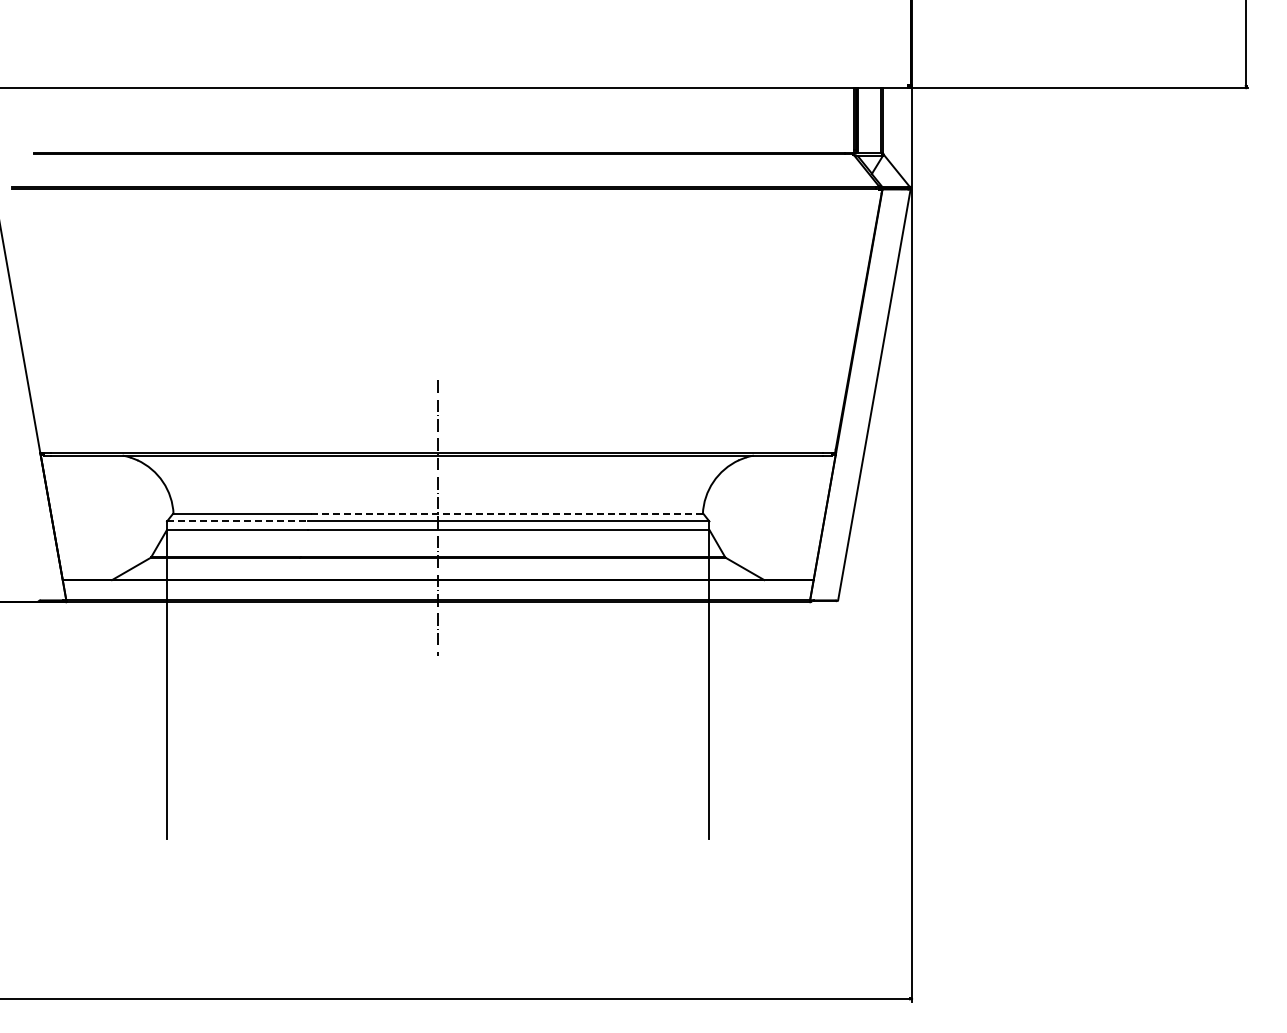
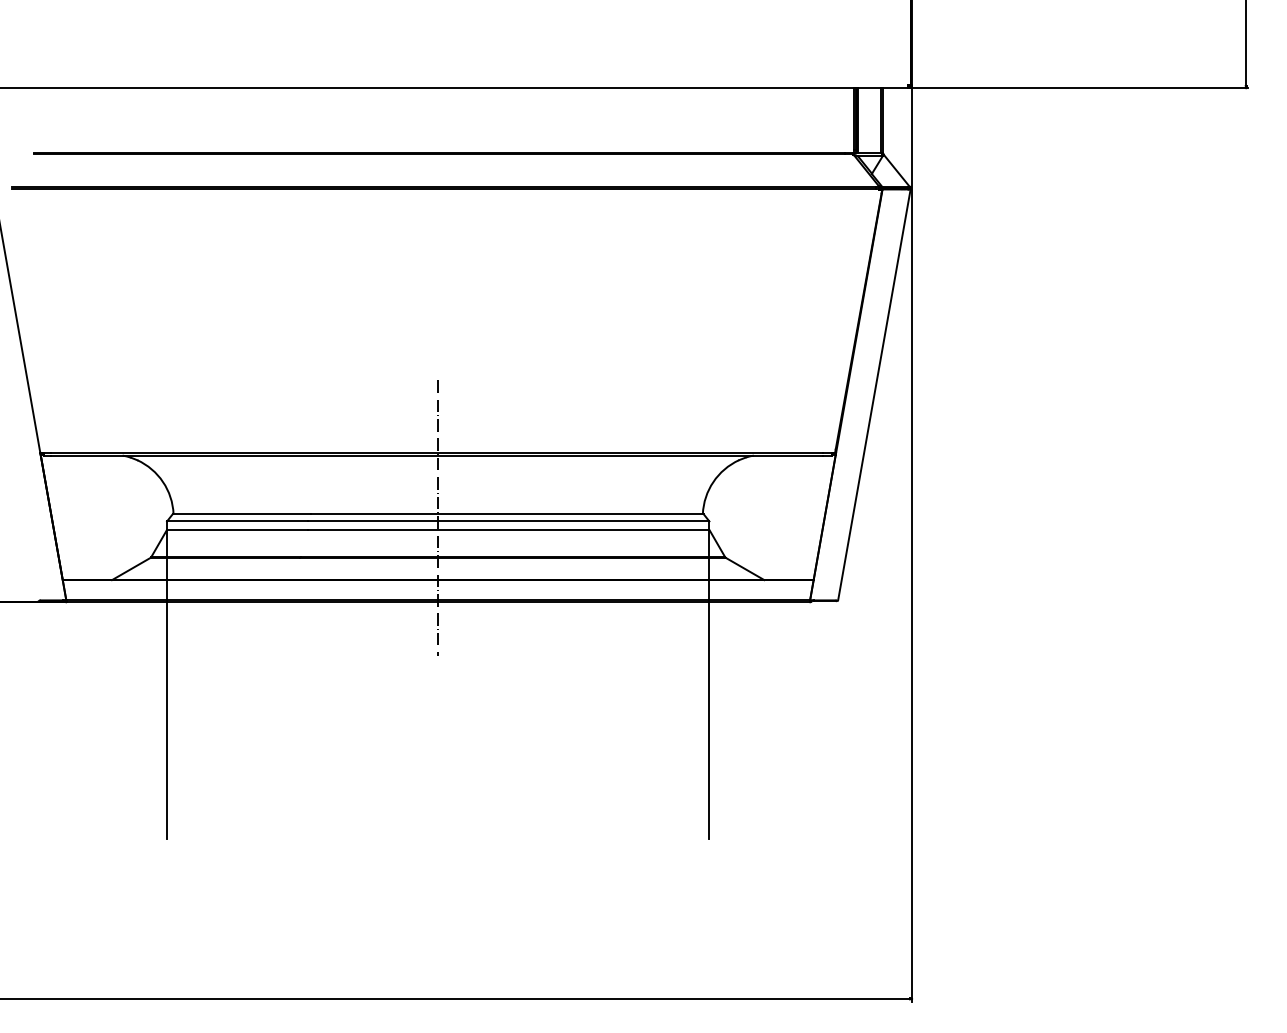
line at (507, 514): dashed -> solid
line at (237, 521): dashed -> solid
